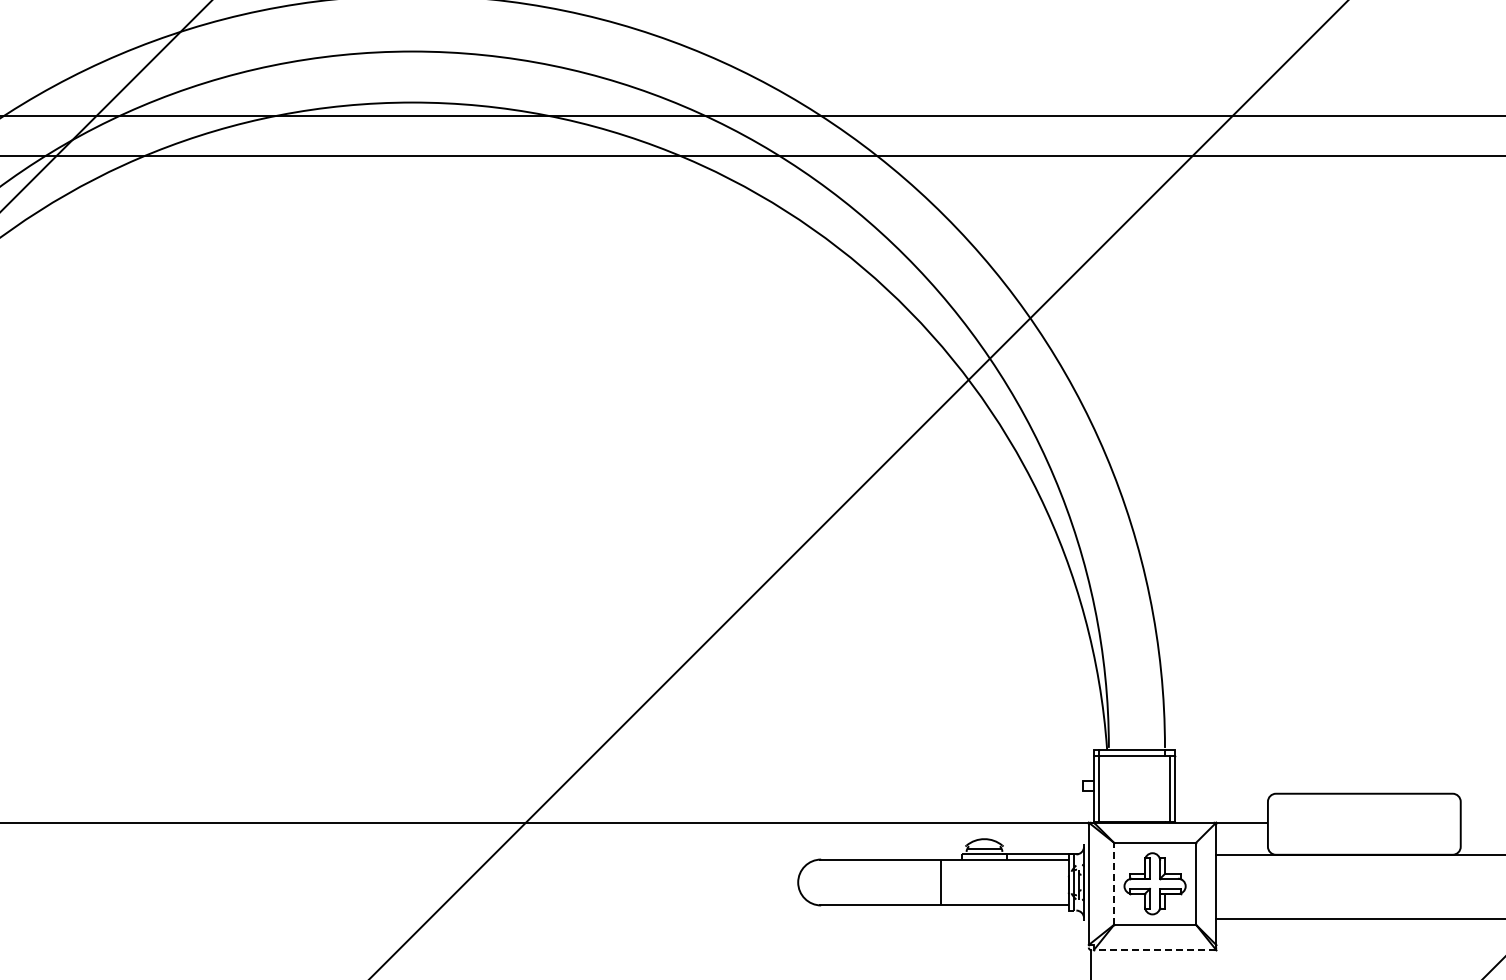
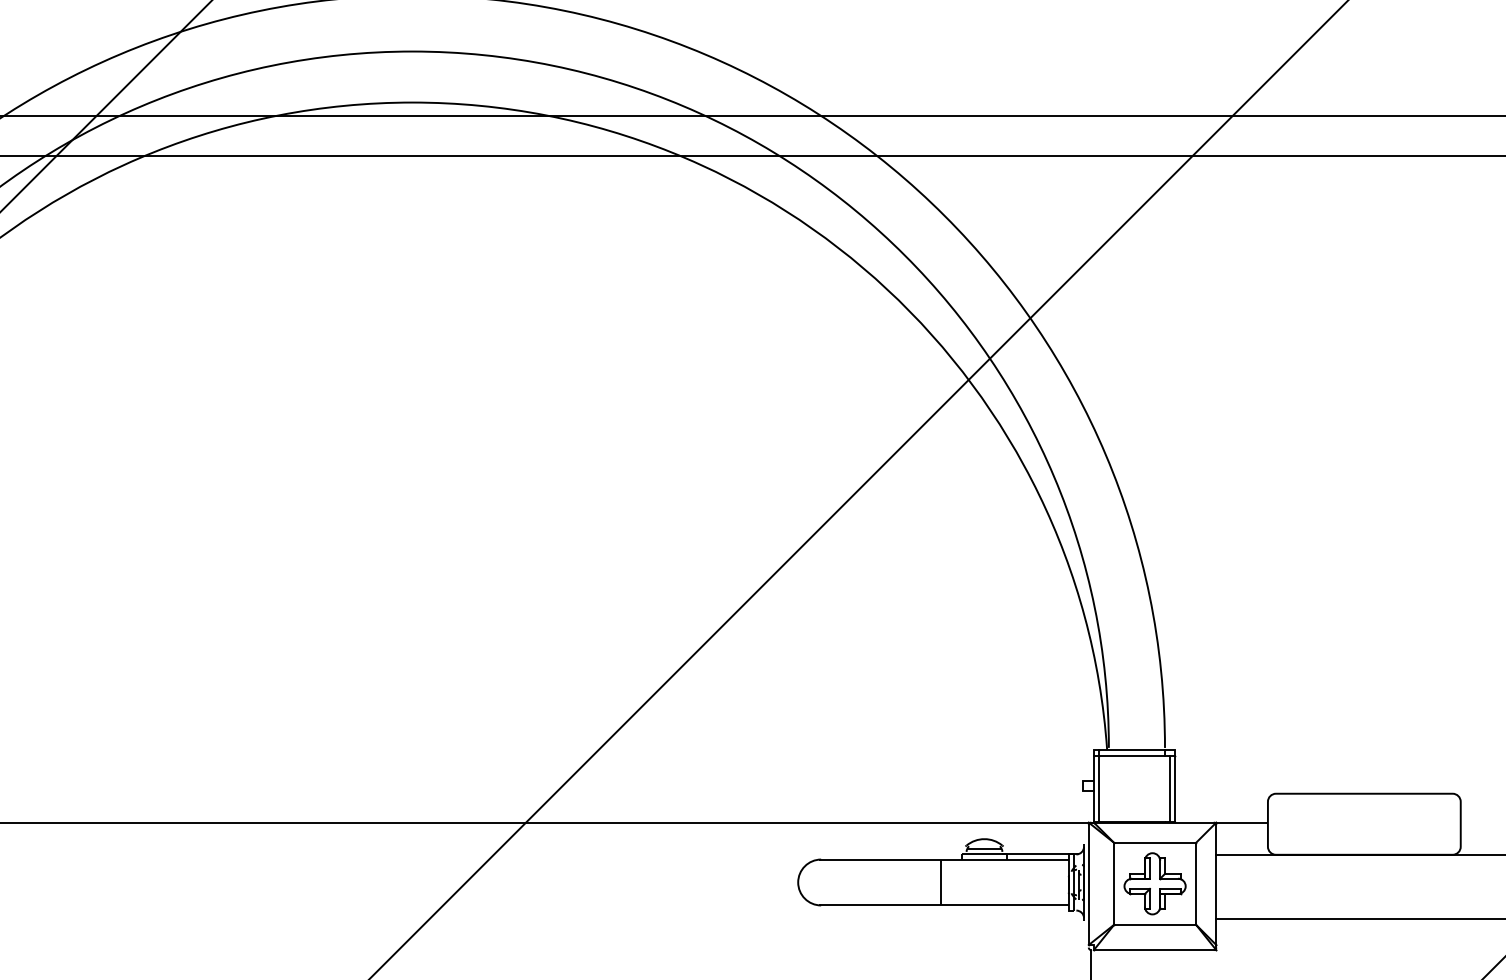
line at (1114, 883): dashed -> solid
line at (1154, 950): dashed -> solid
